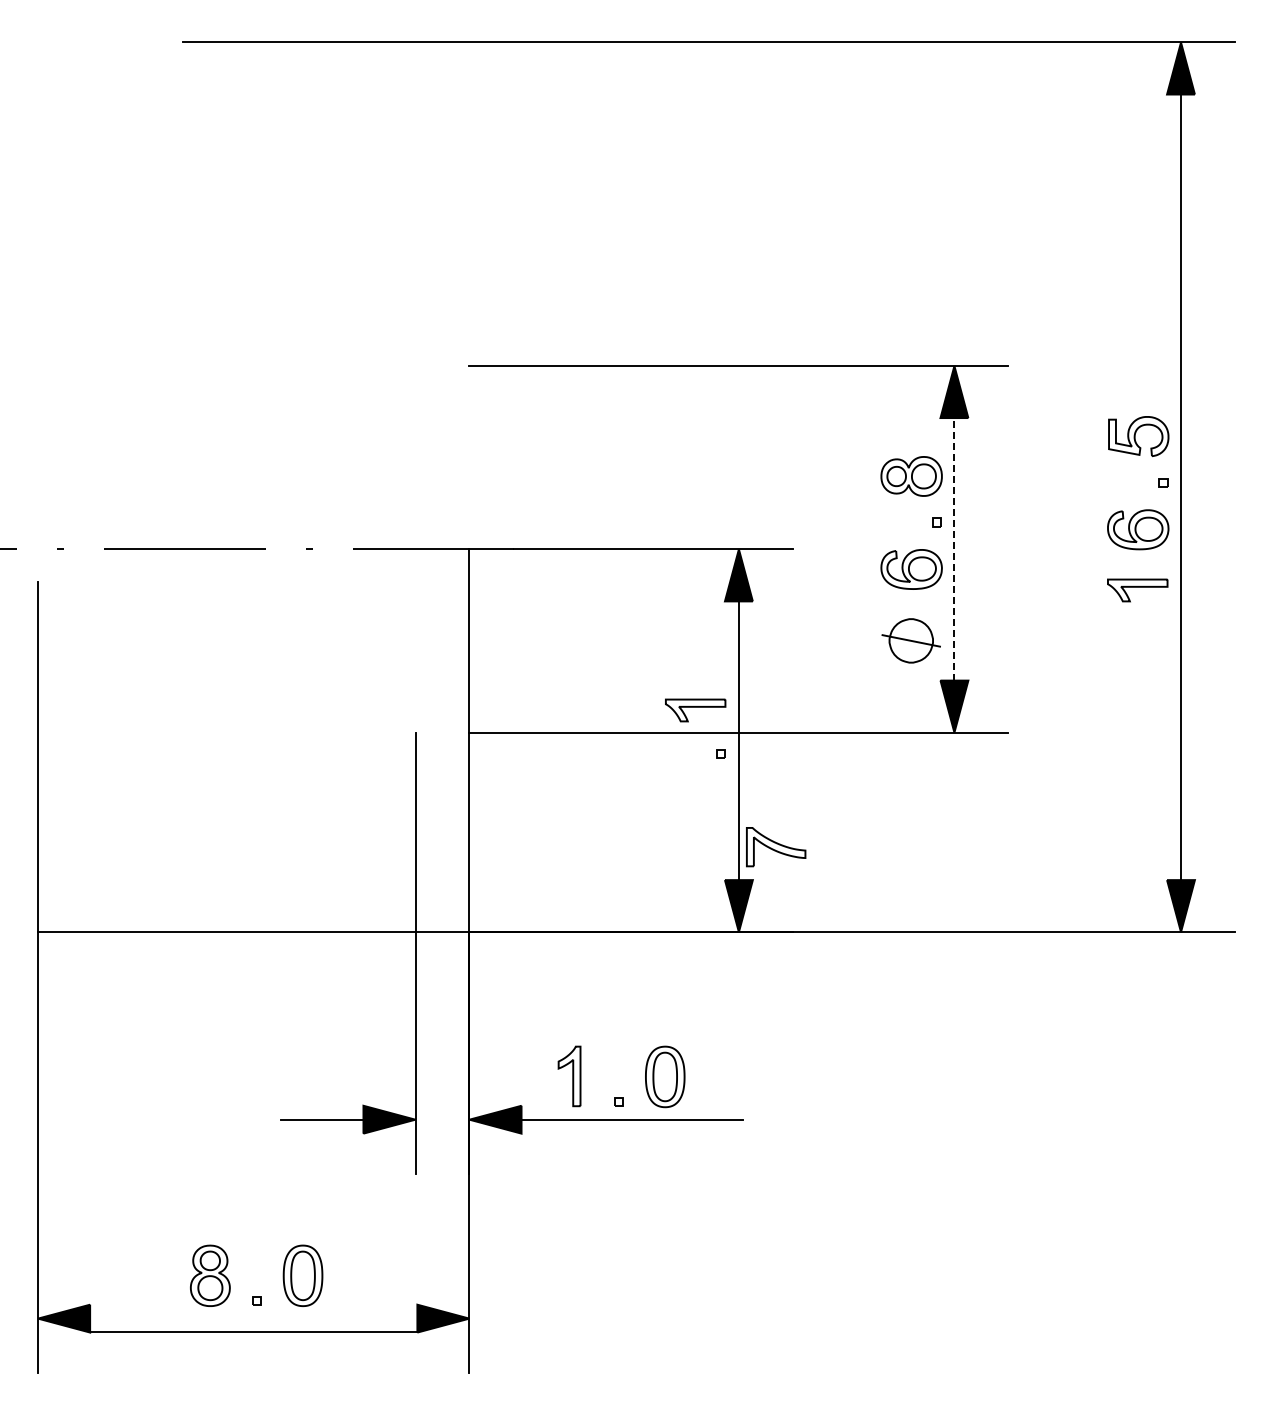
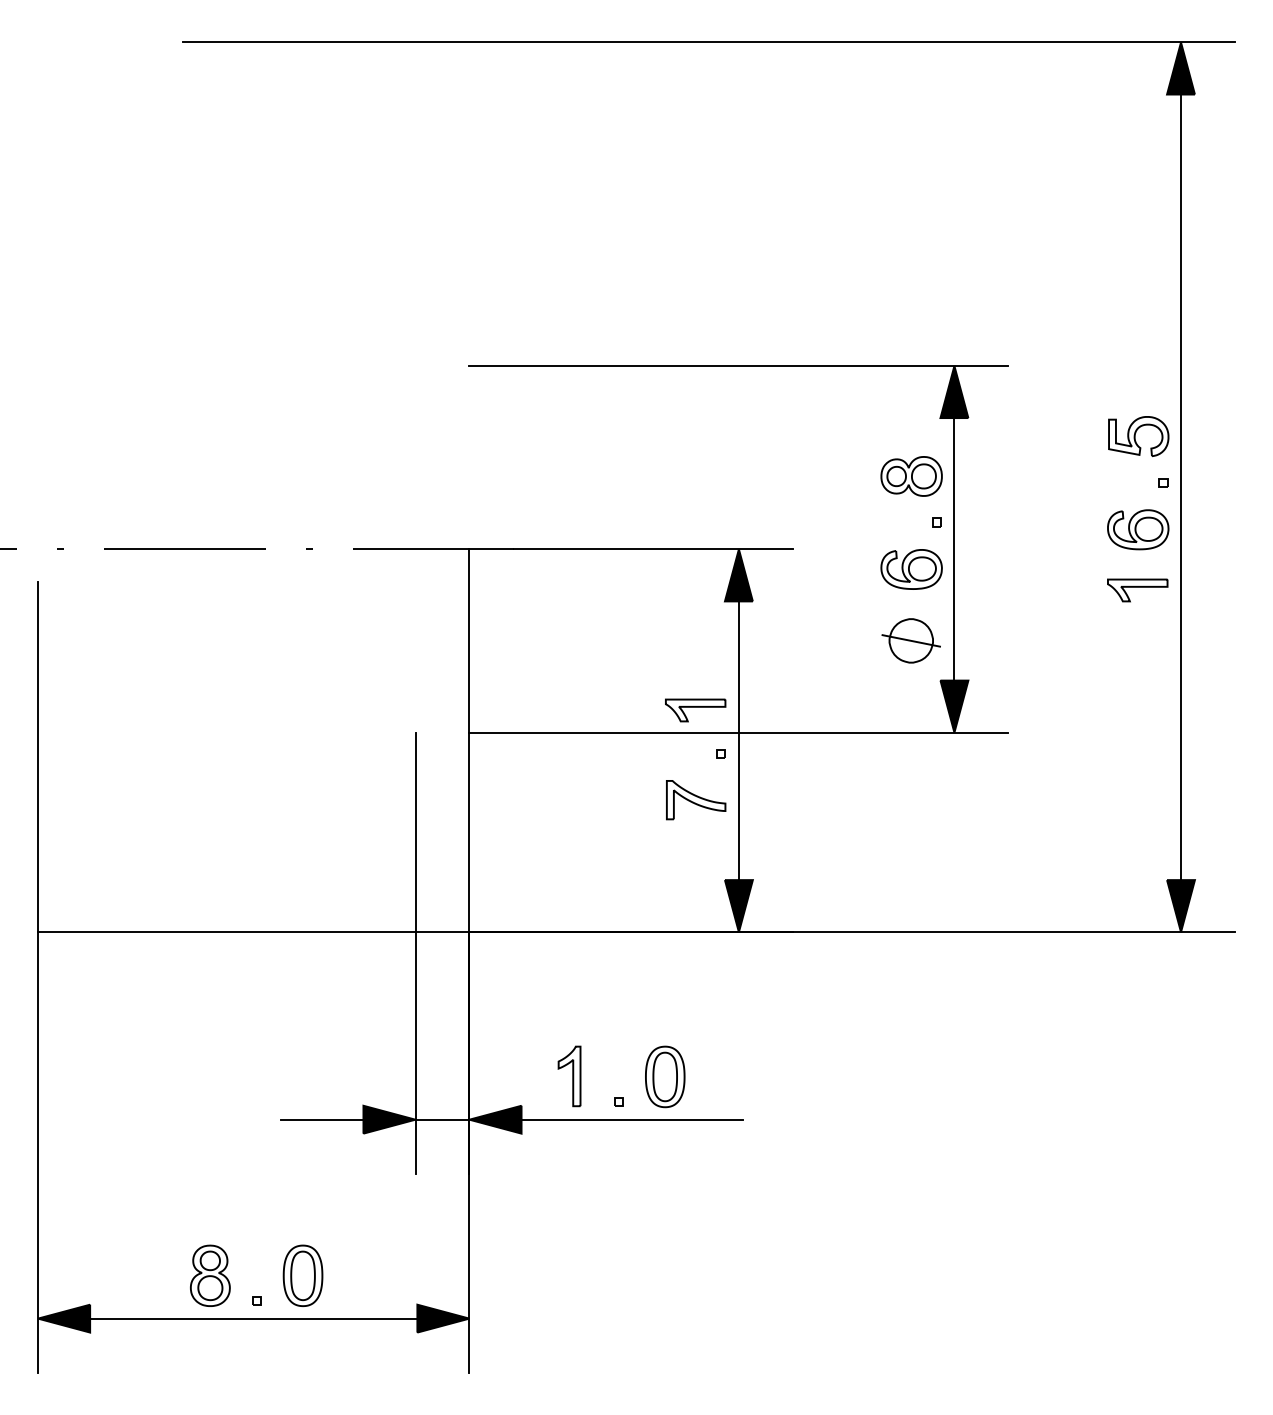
line at (954, 548): dashed -> solid
part at (776, 847) position: (776, 847) -> (696, 800)
line at (442, 1119): none -> present
line at (253, 1331) position: (253, 1331) -> (253, 1318)
